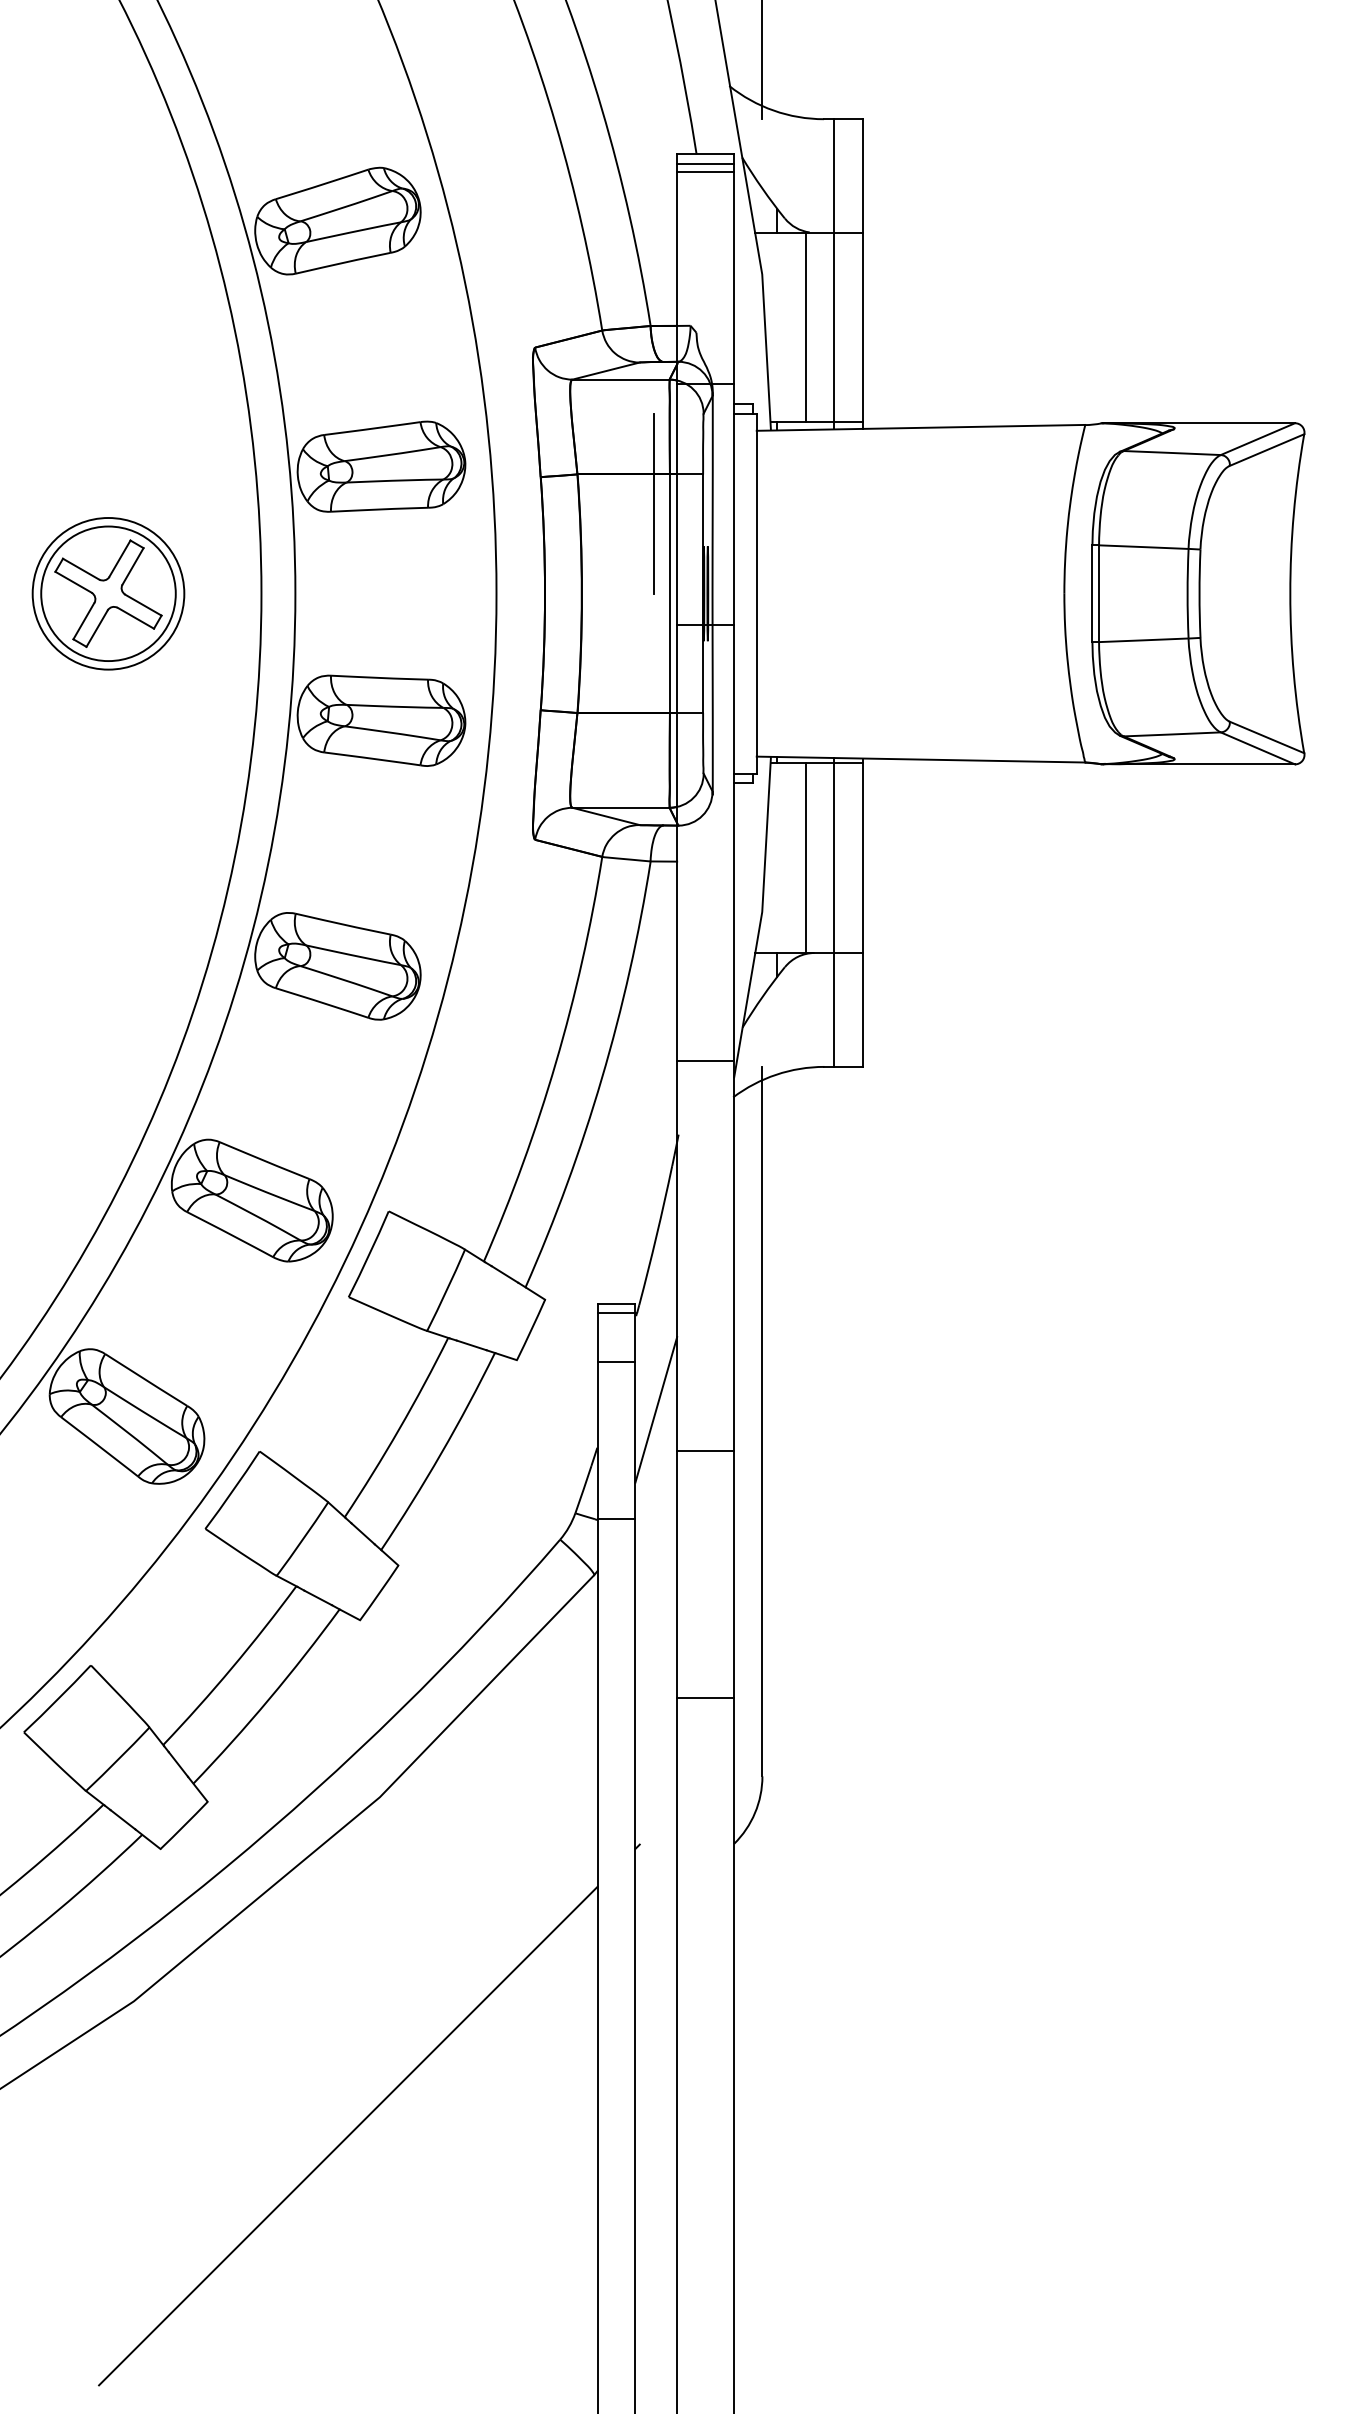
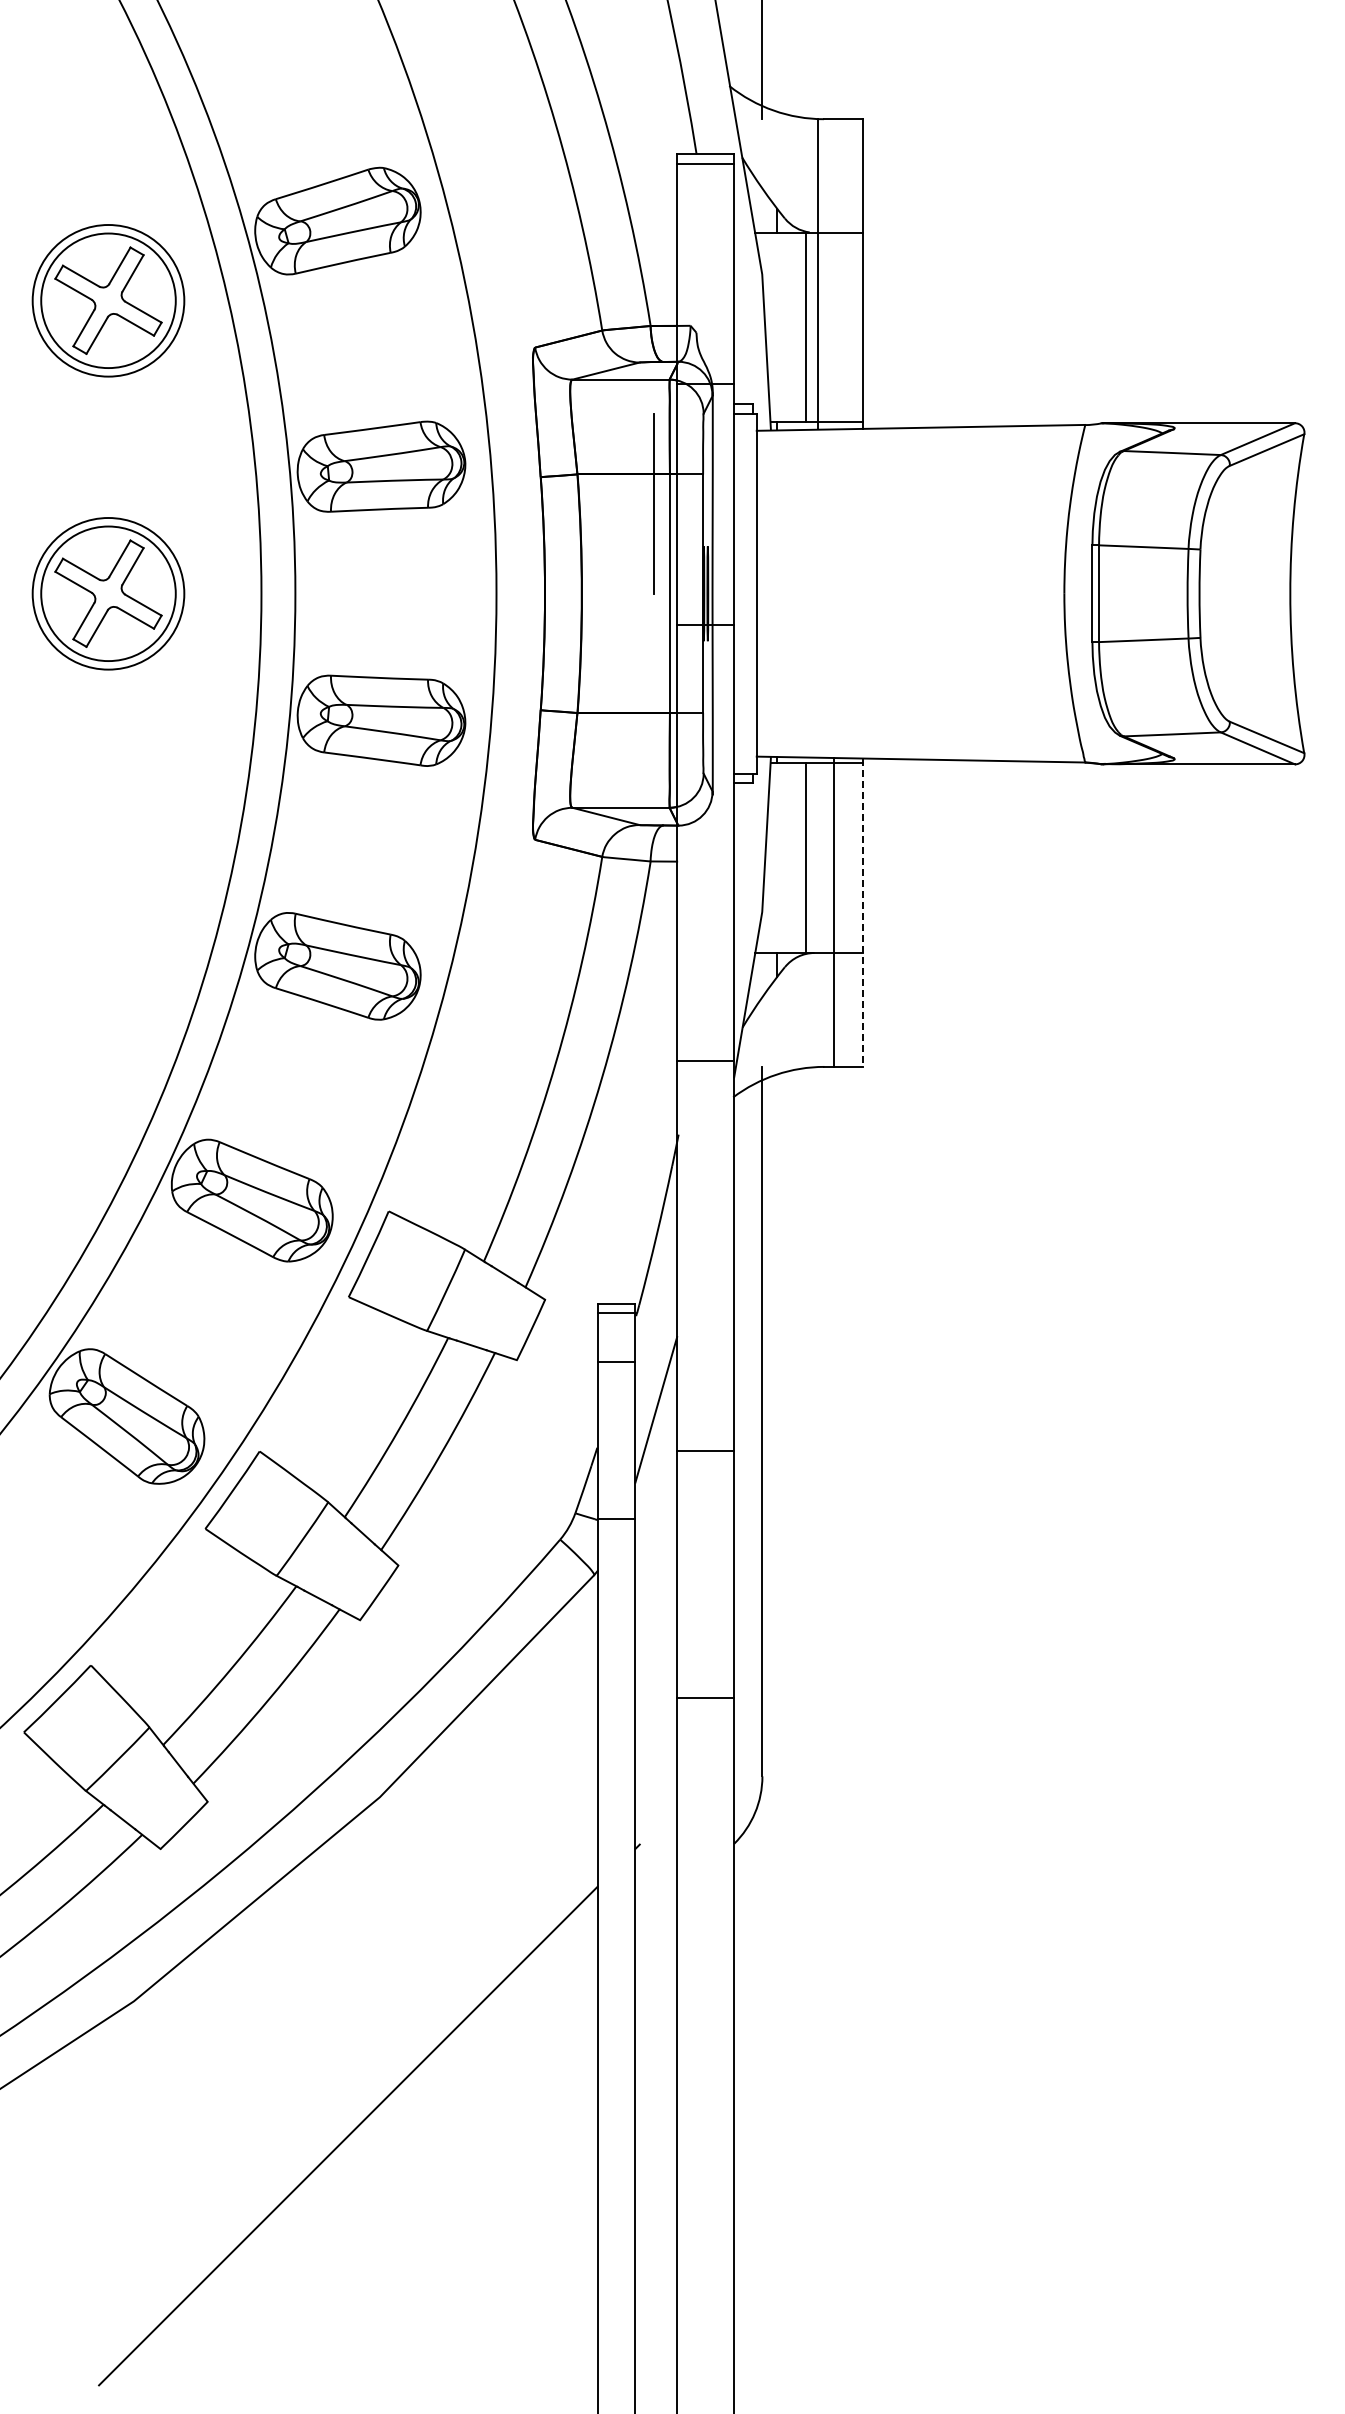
line at (705, 171): present -> none
line at (834, 274) position: (834, 274) -> (818, 274)
part at (108, 300): none -> present
line at (862, 913): solid -> dashed
